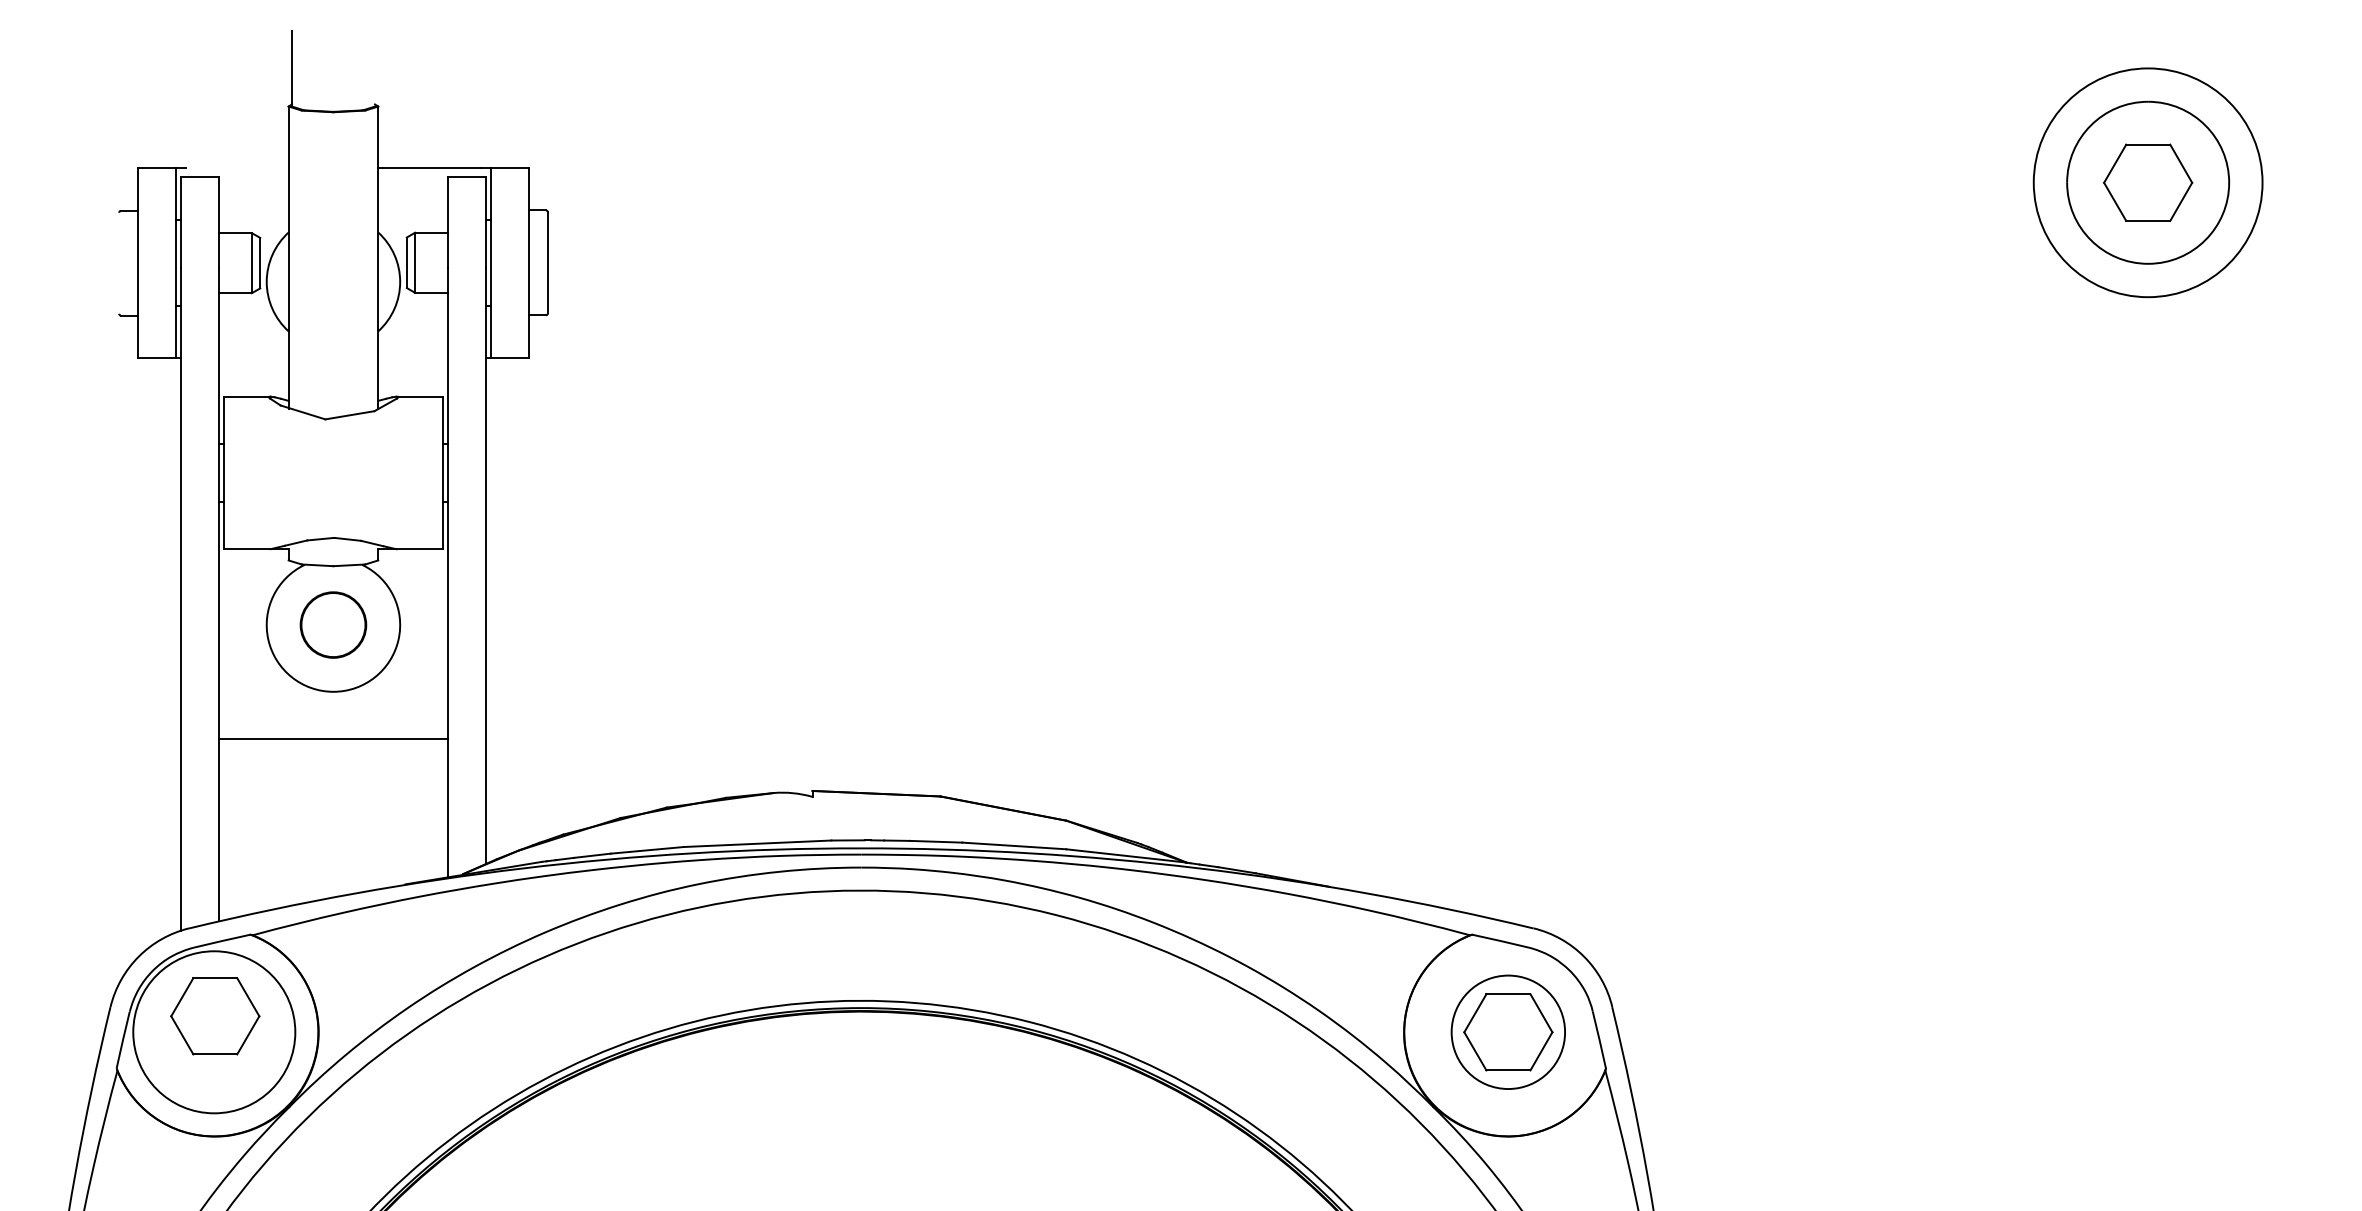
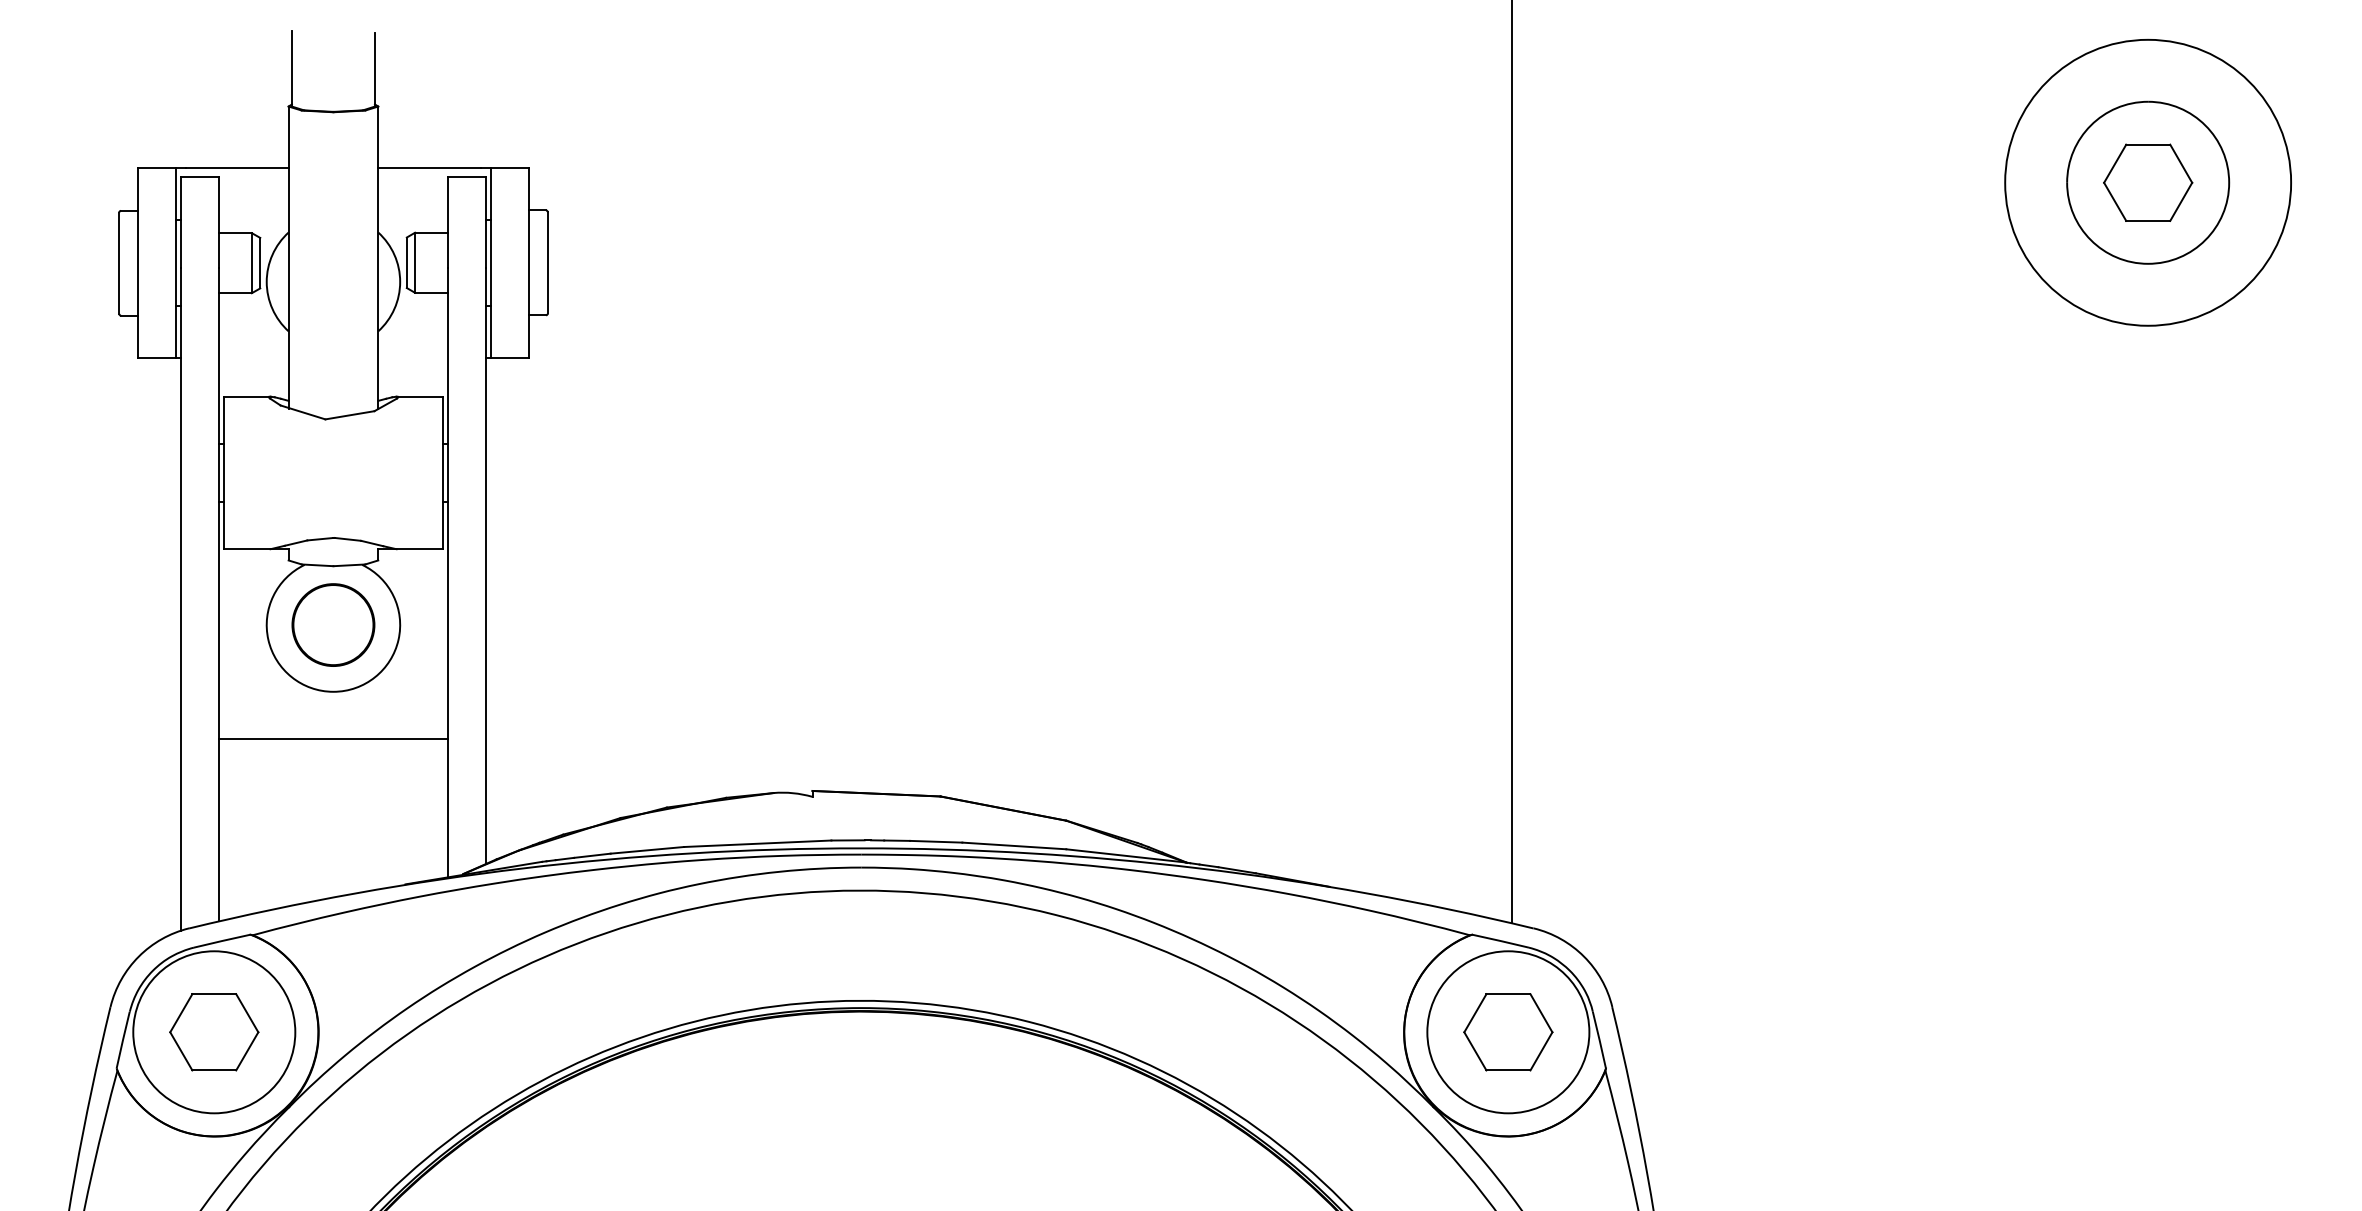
line at (375, 69): none -> present
line at (236, 167): none -> present
circle at (2147, 182) diameter: 229 px -> 286 px
line at (119, 262): none -> present
line at (1512, 462): none -> present
part at (333, 624) size: 69x68 px -> 85x84 px
part at (215, 1016) position: (215, 1016) -> (214, 1032)
circle at (1508, 1032) diameter: 113 px -> 162 px
